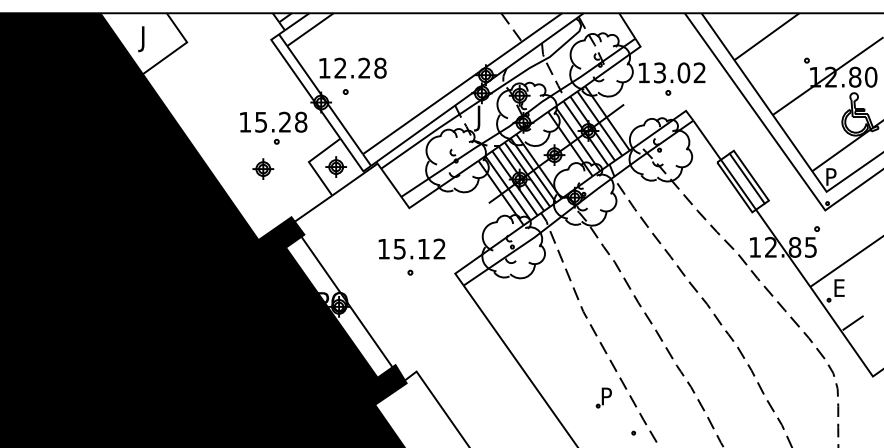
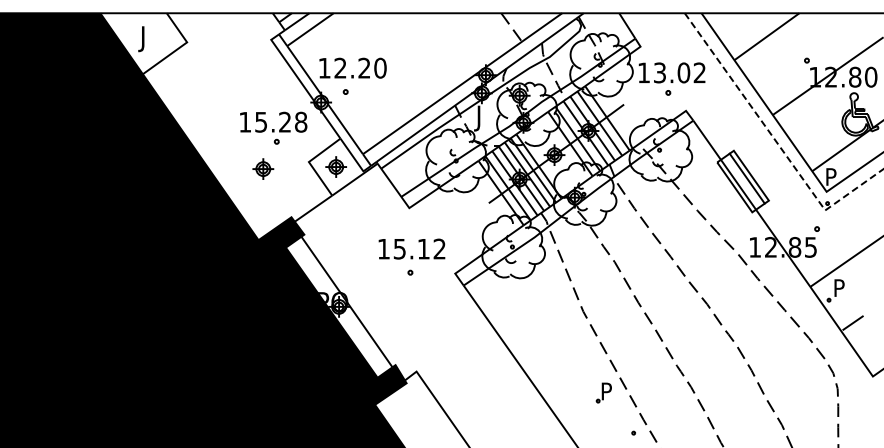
text at (380, 68): 12.28 -> 12.20
line at (776, 141): solid -> dashed
text at (840, 287): E -> P
part at (603, 397) position: (603, 397) -> (603, 392)
